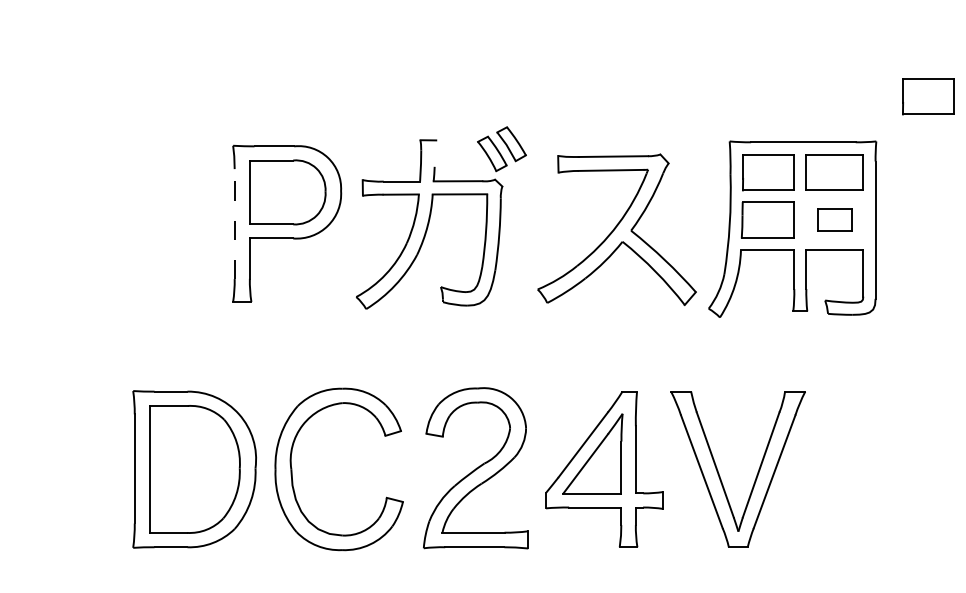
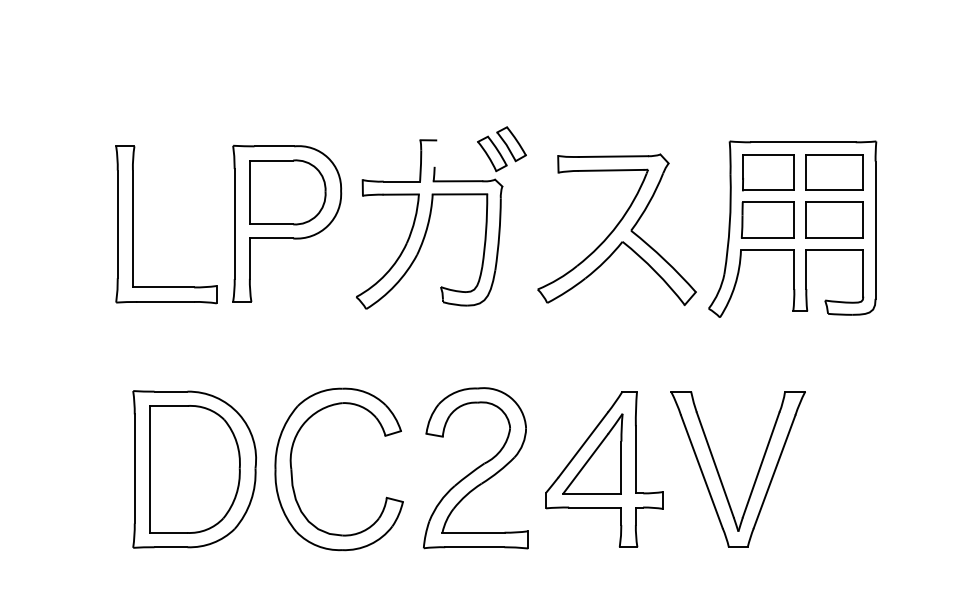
part at (928, 96): present -> none
part at (834, 219) size: 36x24 px -> 59x38 px
part at (133, 224): none -> present
line at (234, 224): dashed -> solid
